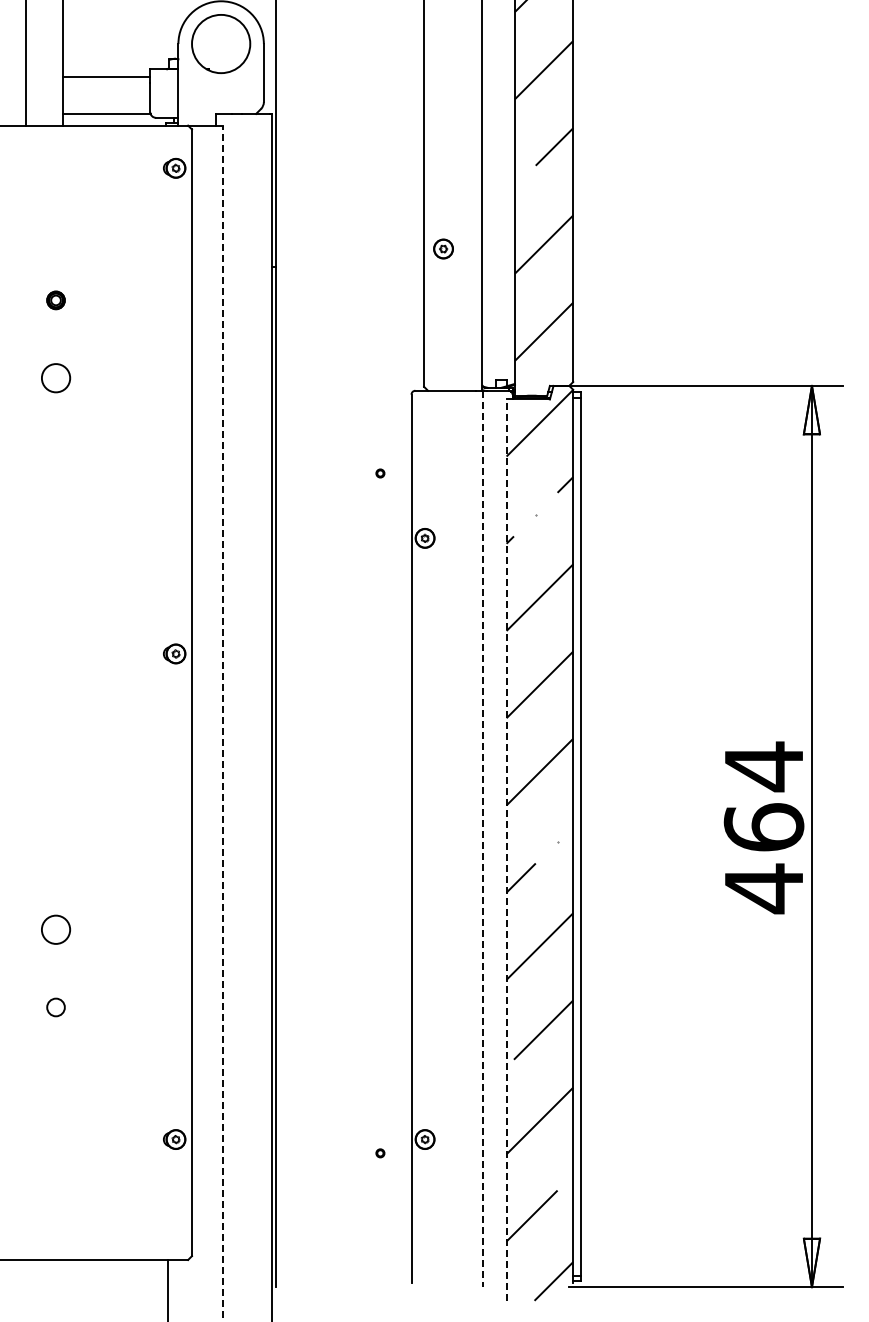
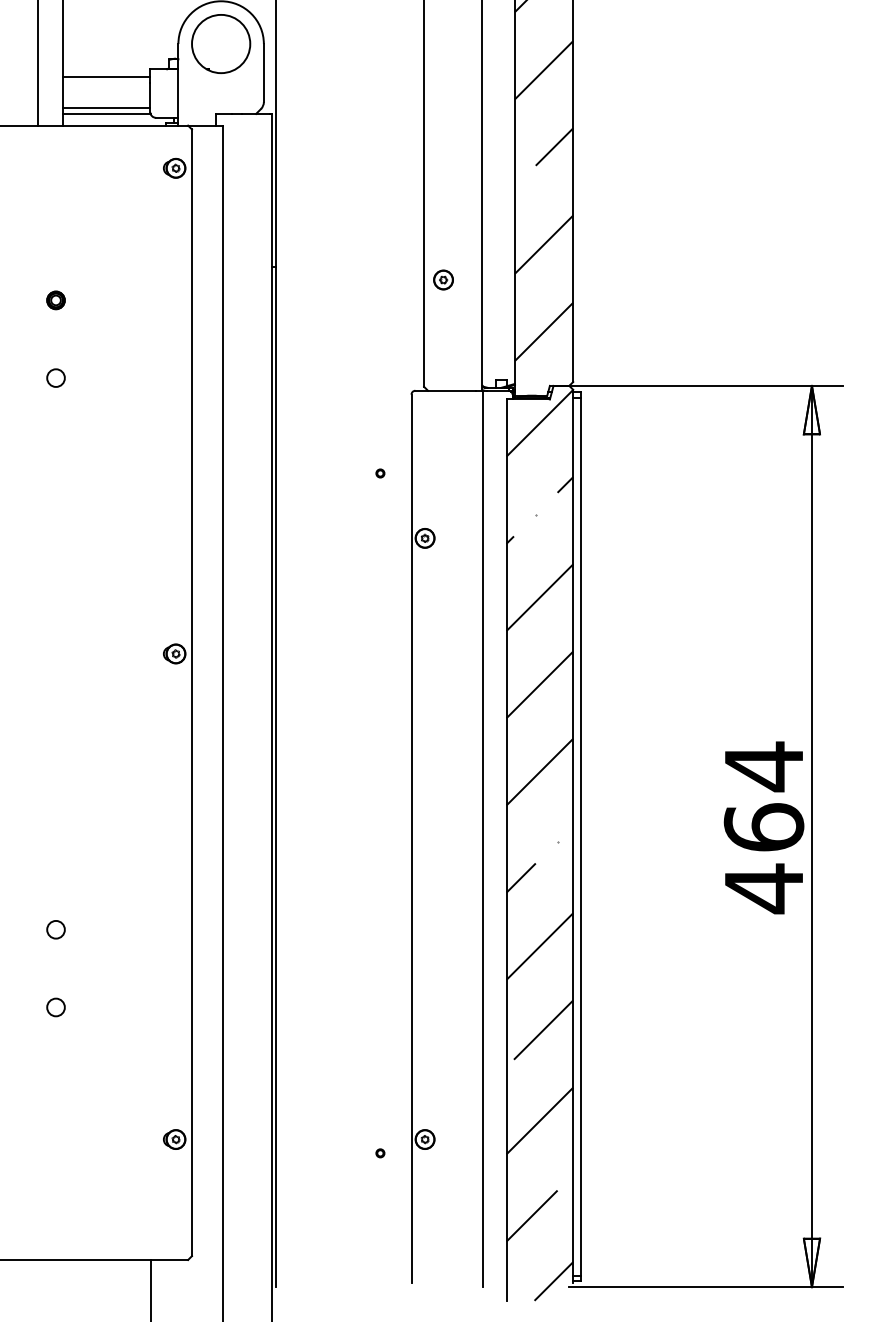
line at (26, 63) position: (26, 63) -> (38, 63)
line at (106, 108): none -> present
part at (443, 248) position: (443, 248) -> (443, 279)
circle at (56, 378) size: 31x31 px -> 20x20 px
line at (223, 723): dashed -> solid
line at (483, 839): dashed -> solid
line at (506, 850): dashed -> solid
circle at (55, 929) diameter: 28 px -> 18 px
line at (168, 1289) position: (168, 1289) -> (151, 1289)
